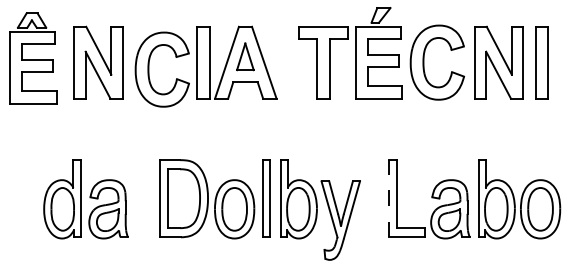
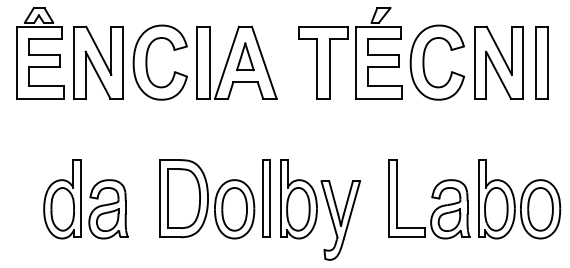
part at (33, 58) position: (33, 58) -> (40, 53)
part at (149, 69) position: (149, 69) -> (147, 62)
line at (389, 198): dashed -> solid
